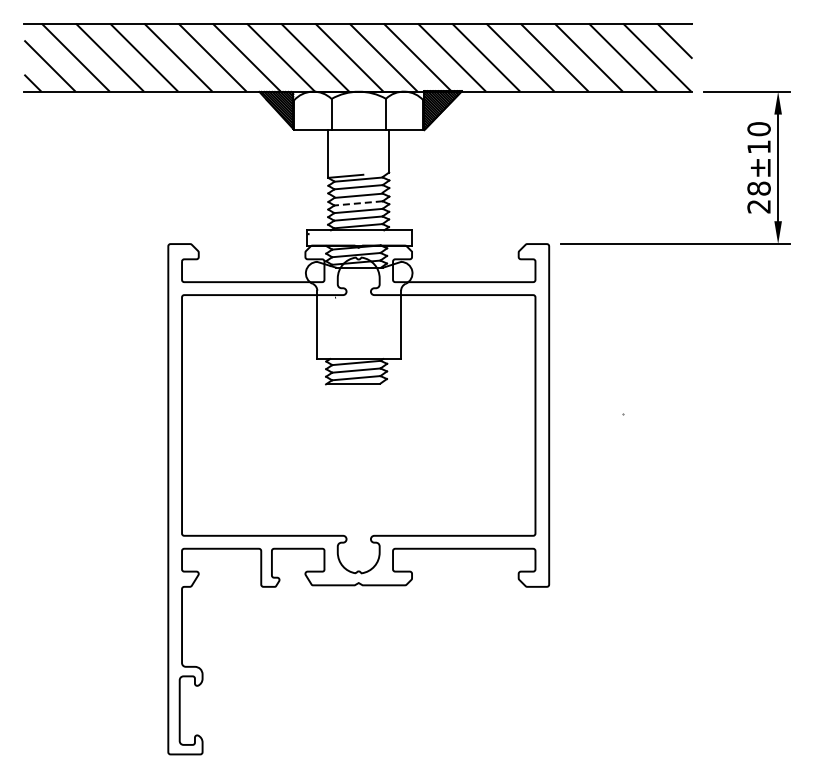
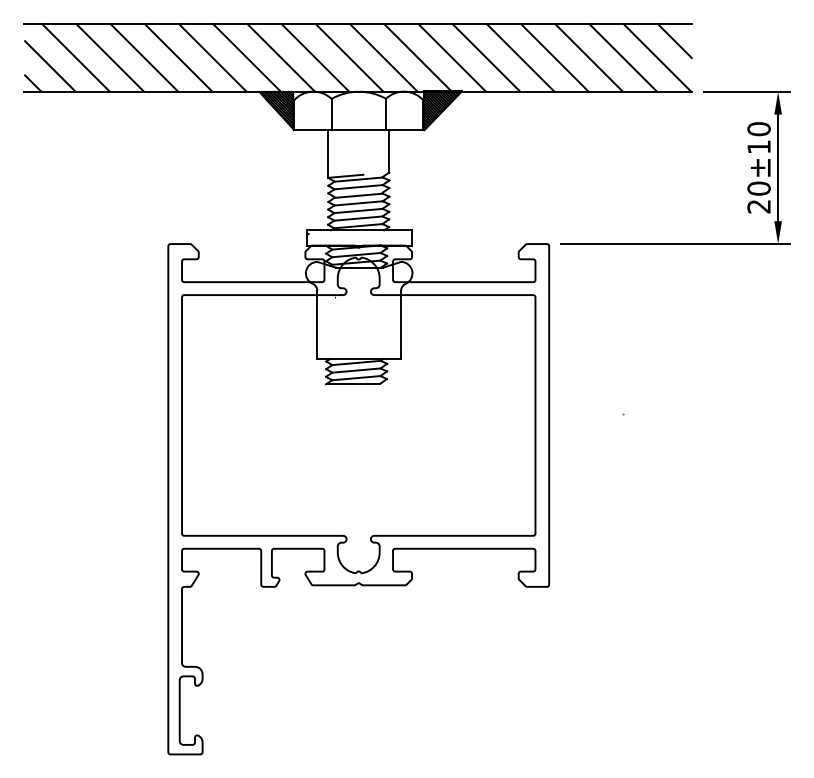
text at (758, 188): 28±10 -> 20±10
line at (358, 203): dashed -> solid
